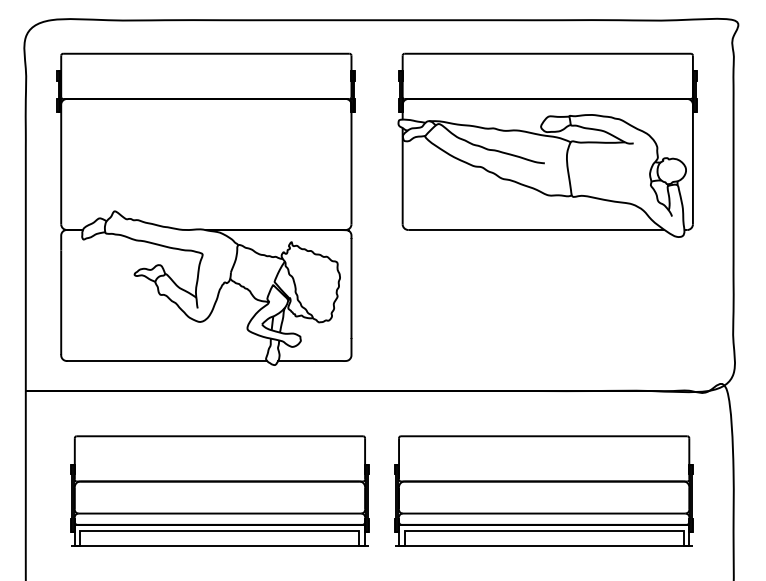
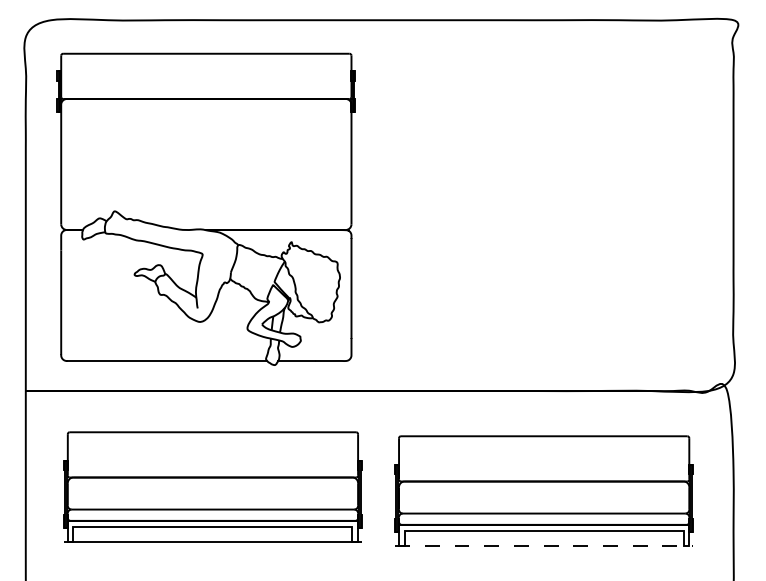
part at (547, 144): present -> none
part at (219, 490) position: (219, 490) -> (212, 486)
line at (544, 545): solid -> dashed
